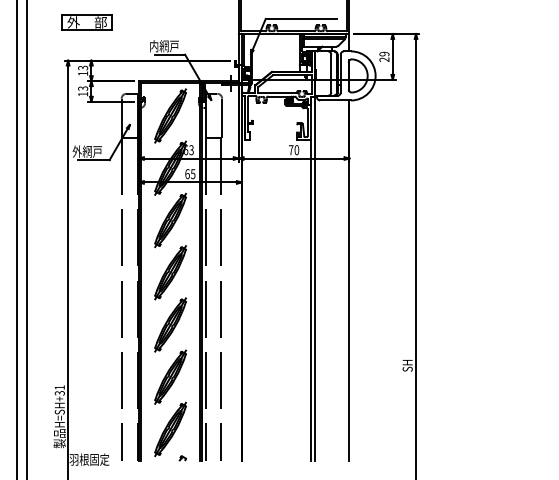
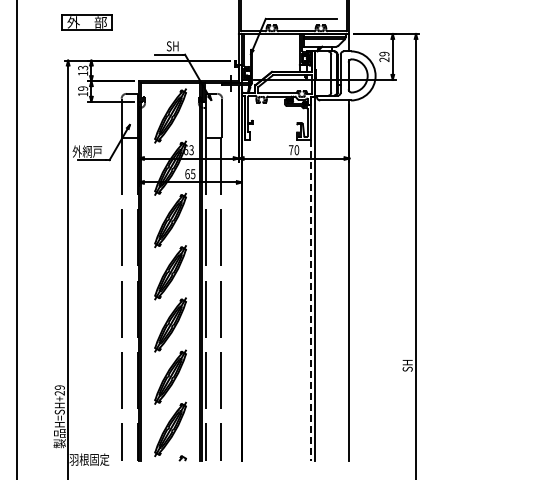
text at (164, 46): 内網戸 -> SH
text at (82, 88): 13 -> 19
line at (27, 239): present -> none
line at (310, 300): solid -> dashed
text at (59, 390): H=SH+31 -> H=SH+29
